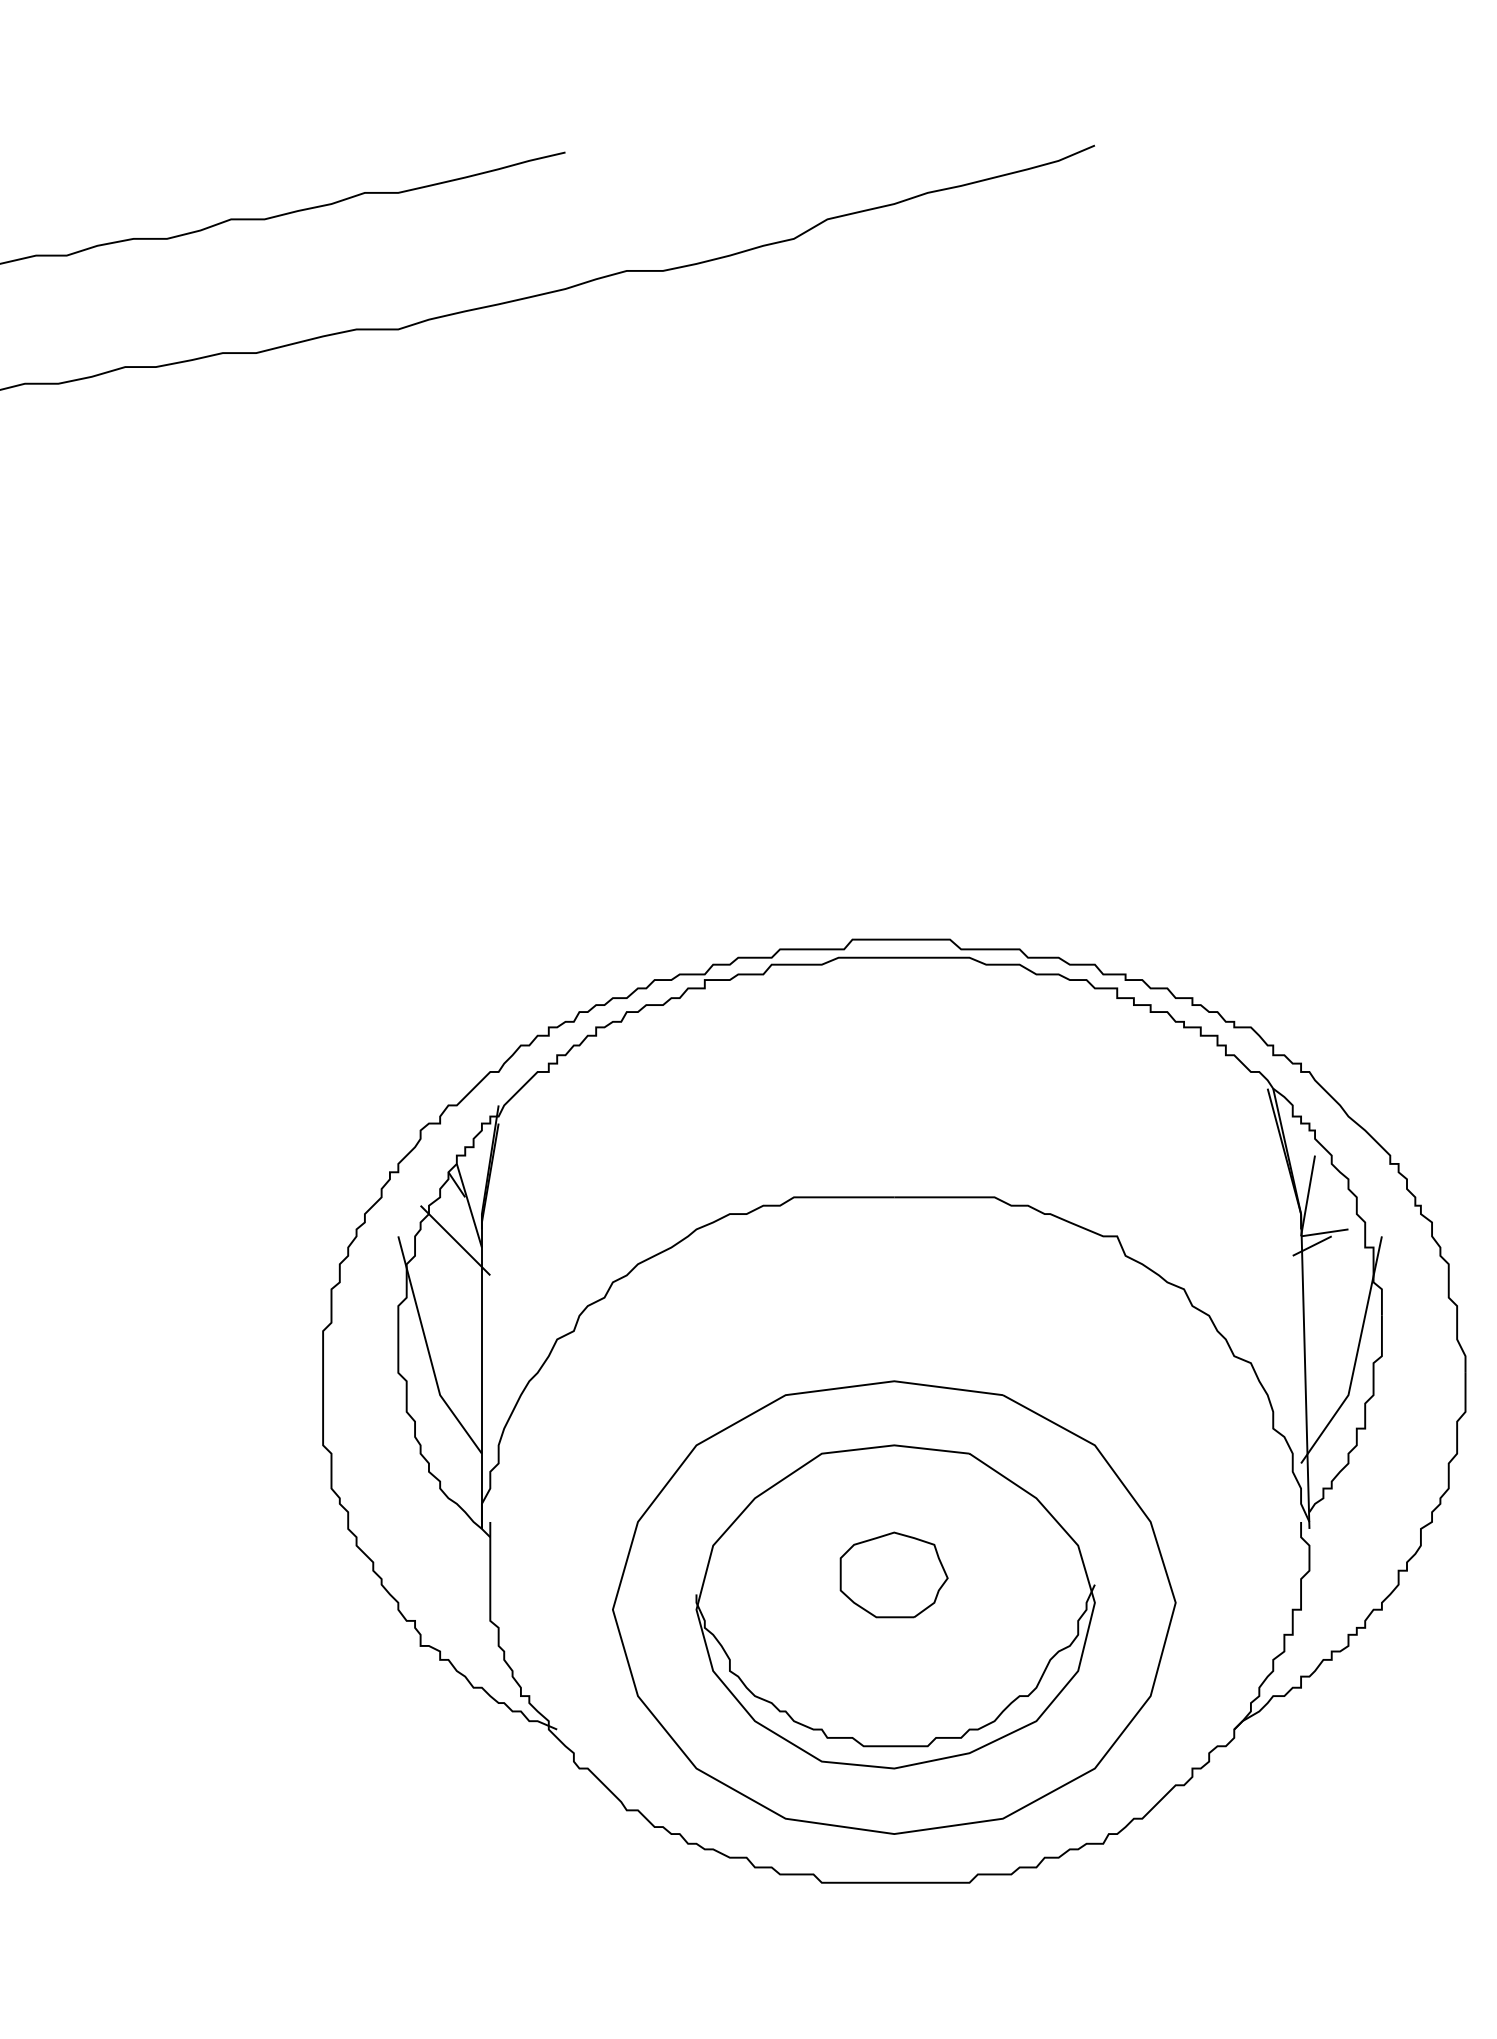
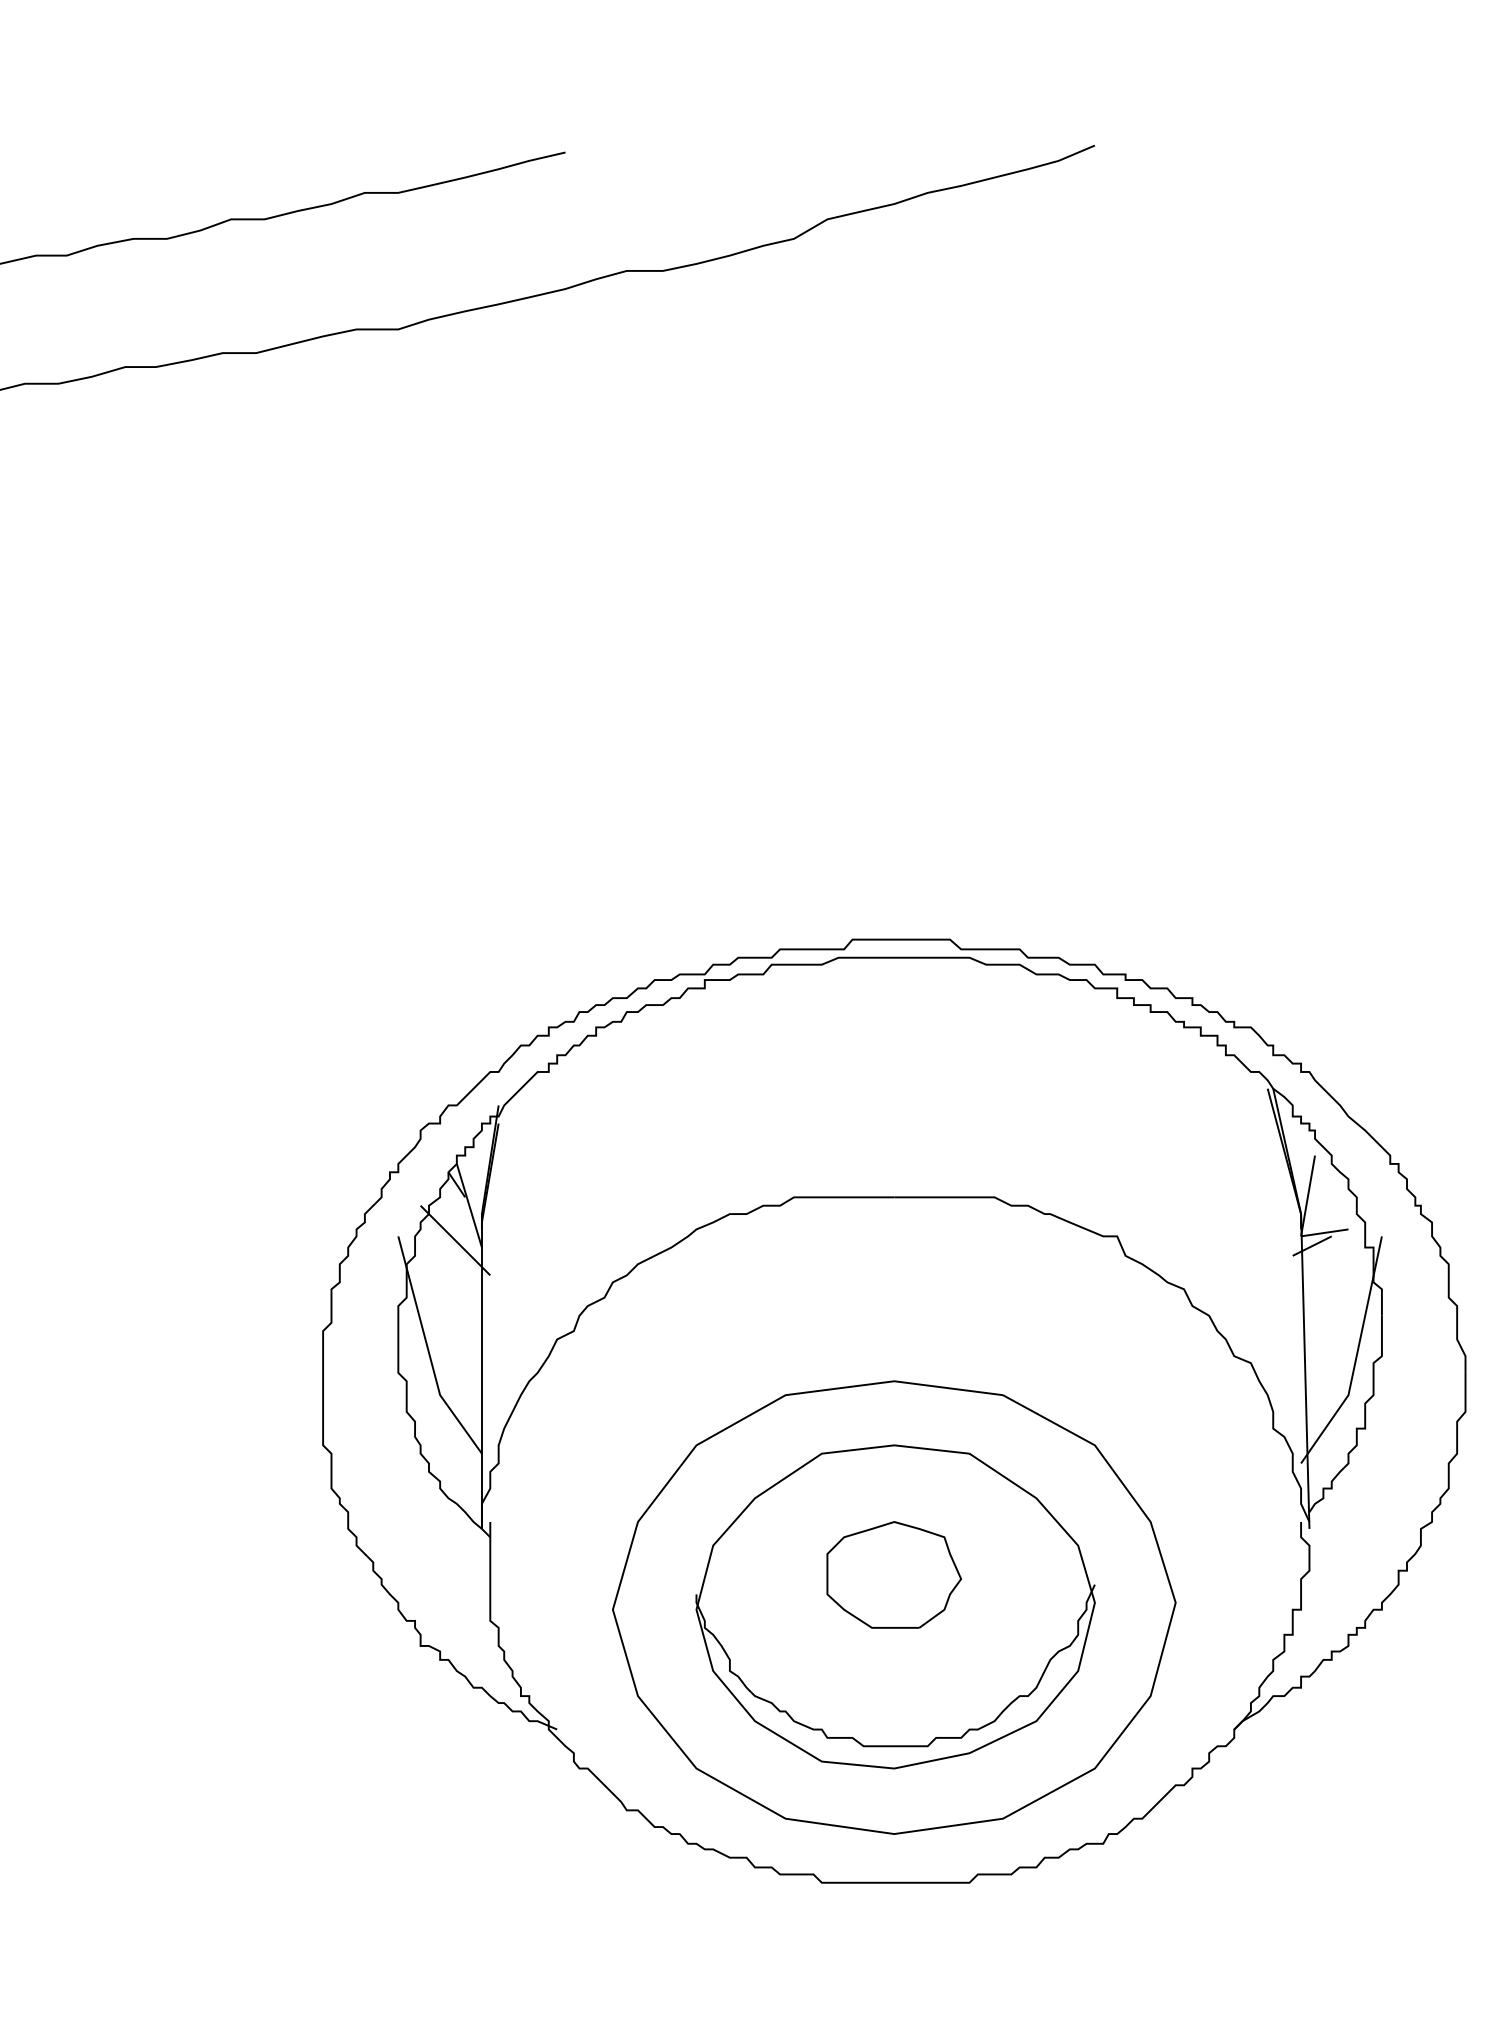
part at (893, 1574) size: 110x88 px -> 136x108 px
